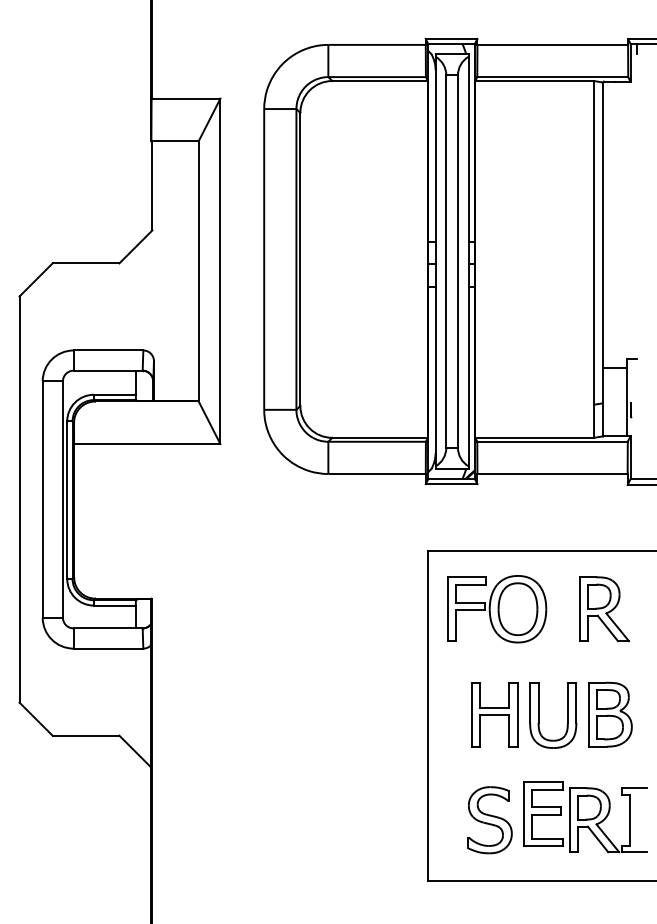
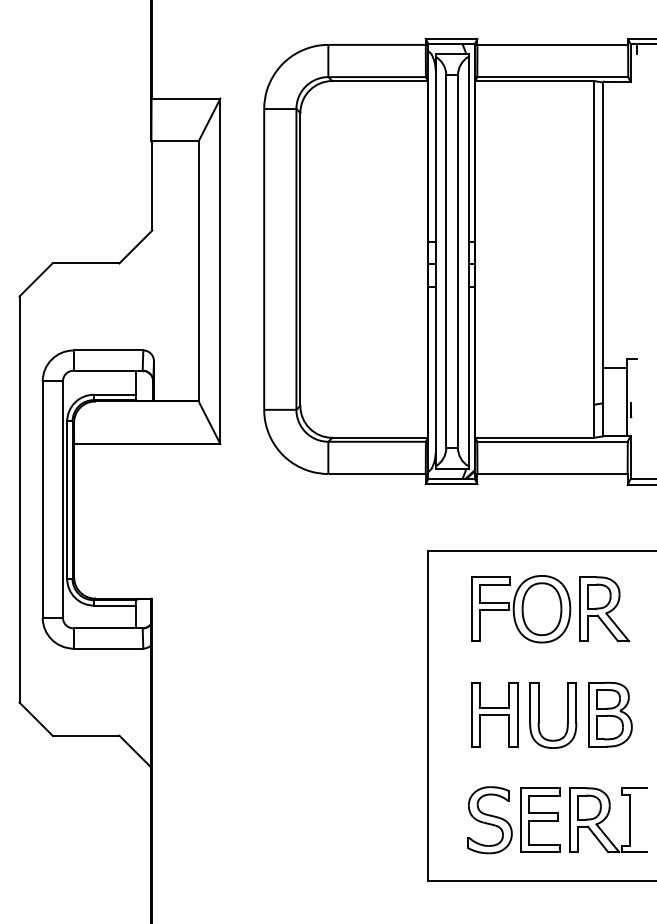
part at (497, 609) position: (497, 609) -> (521, 609)
part at (543, 813) position: (543, 813) -> (540, 819)
